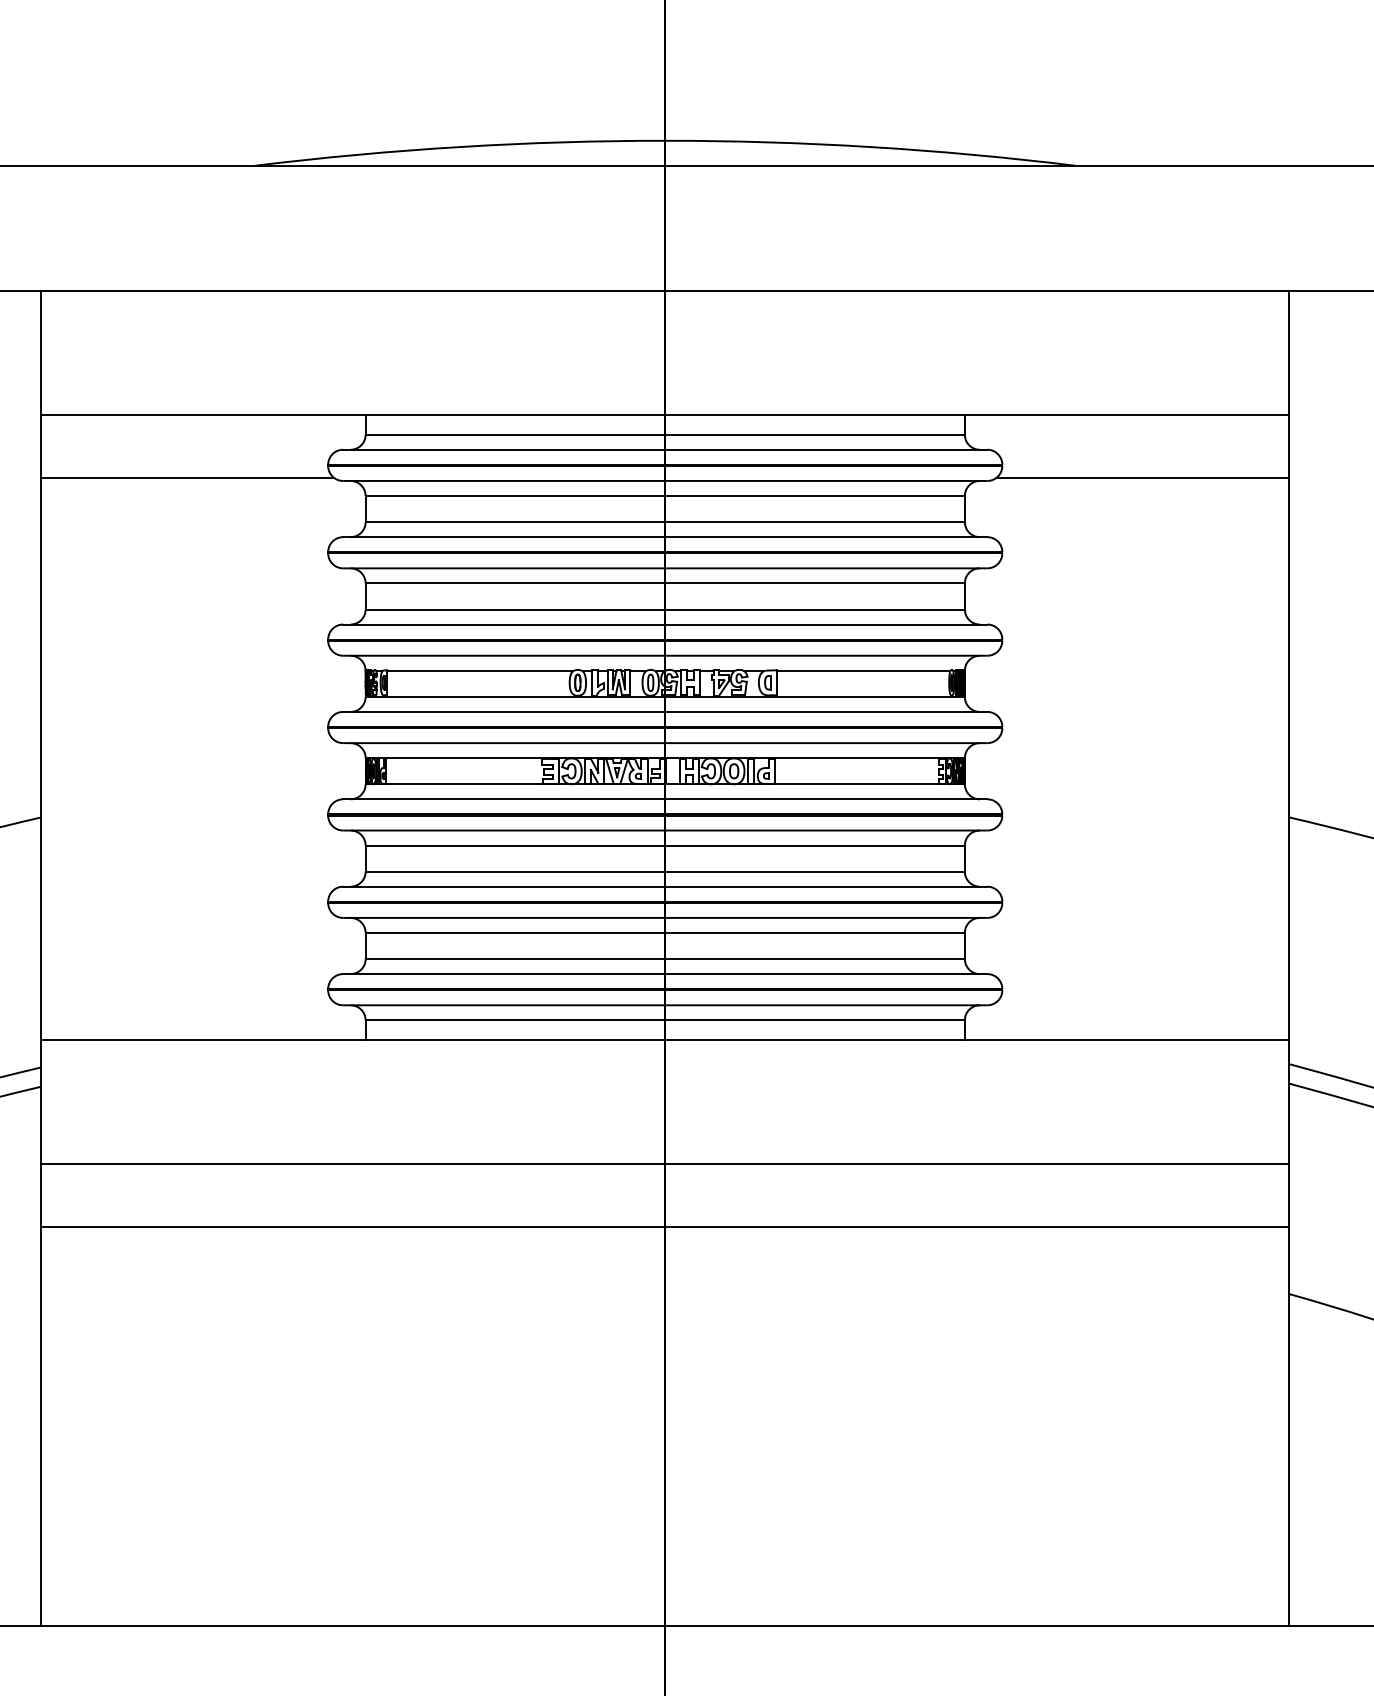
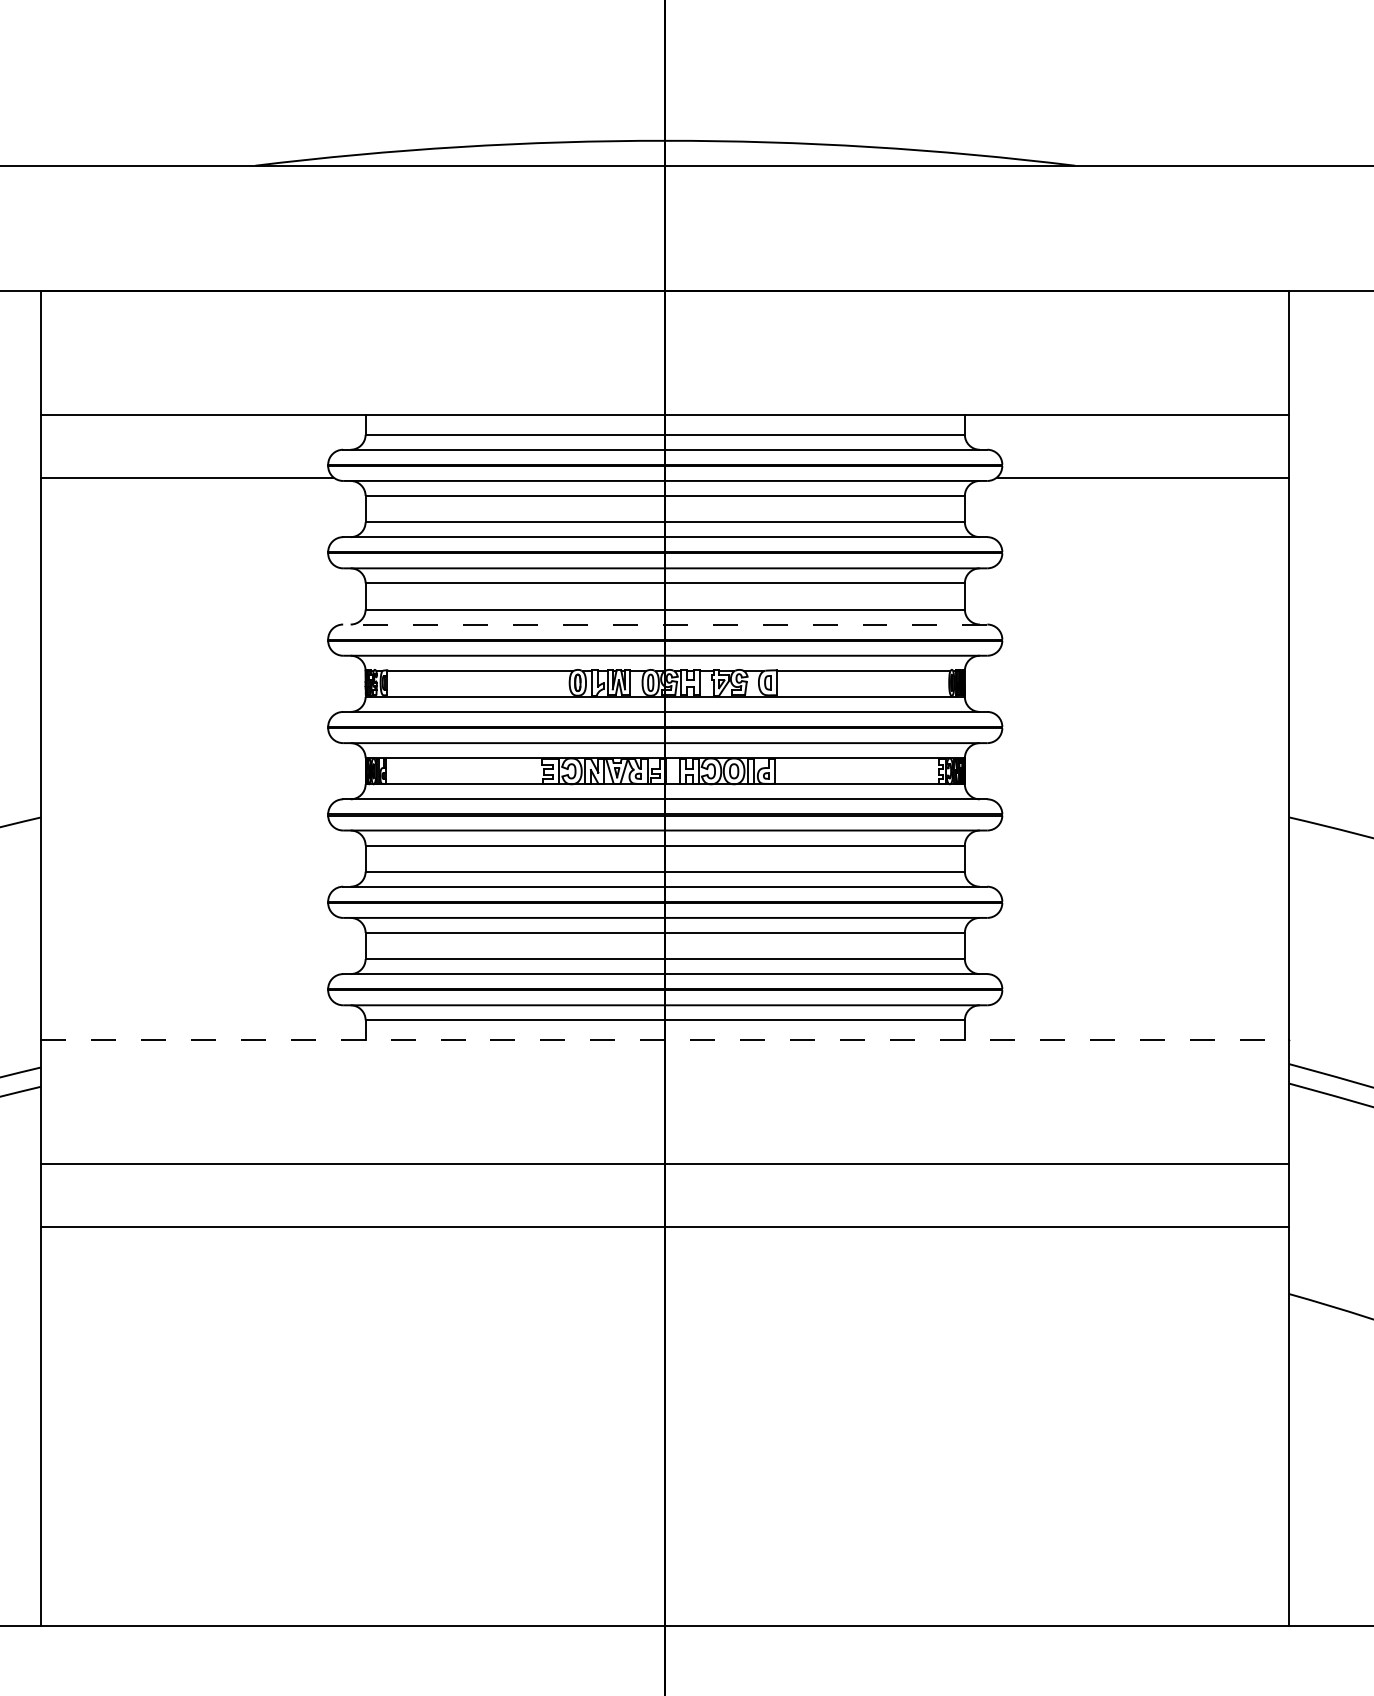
line at (664, 624): solid -> dashed
line at (665, 1039): solid -> dashed
